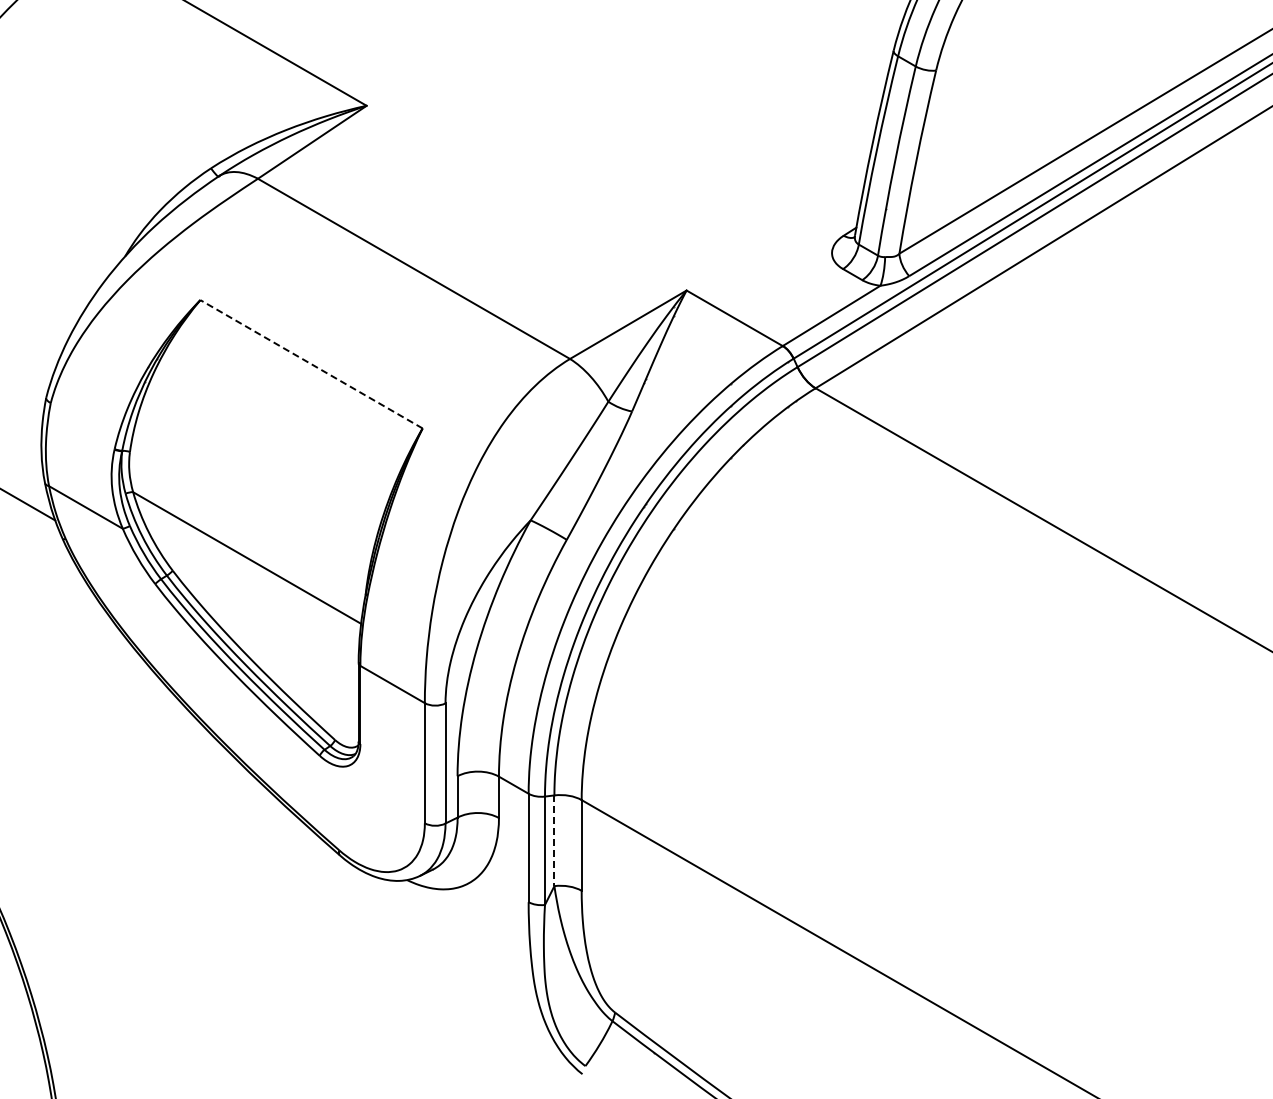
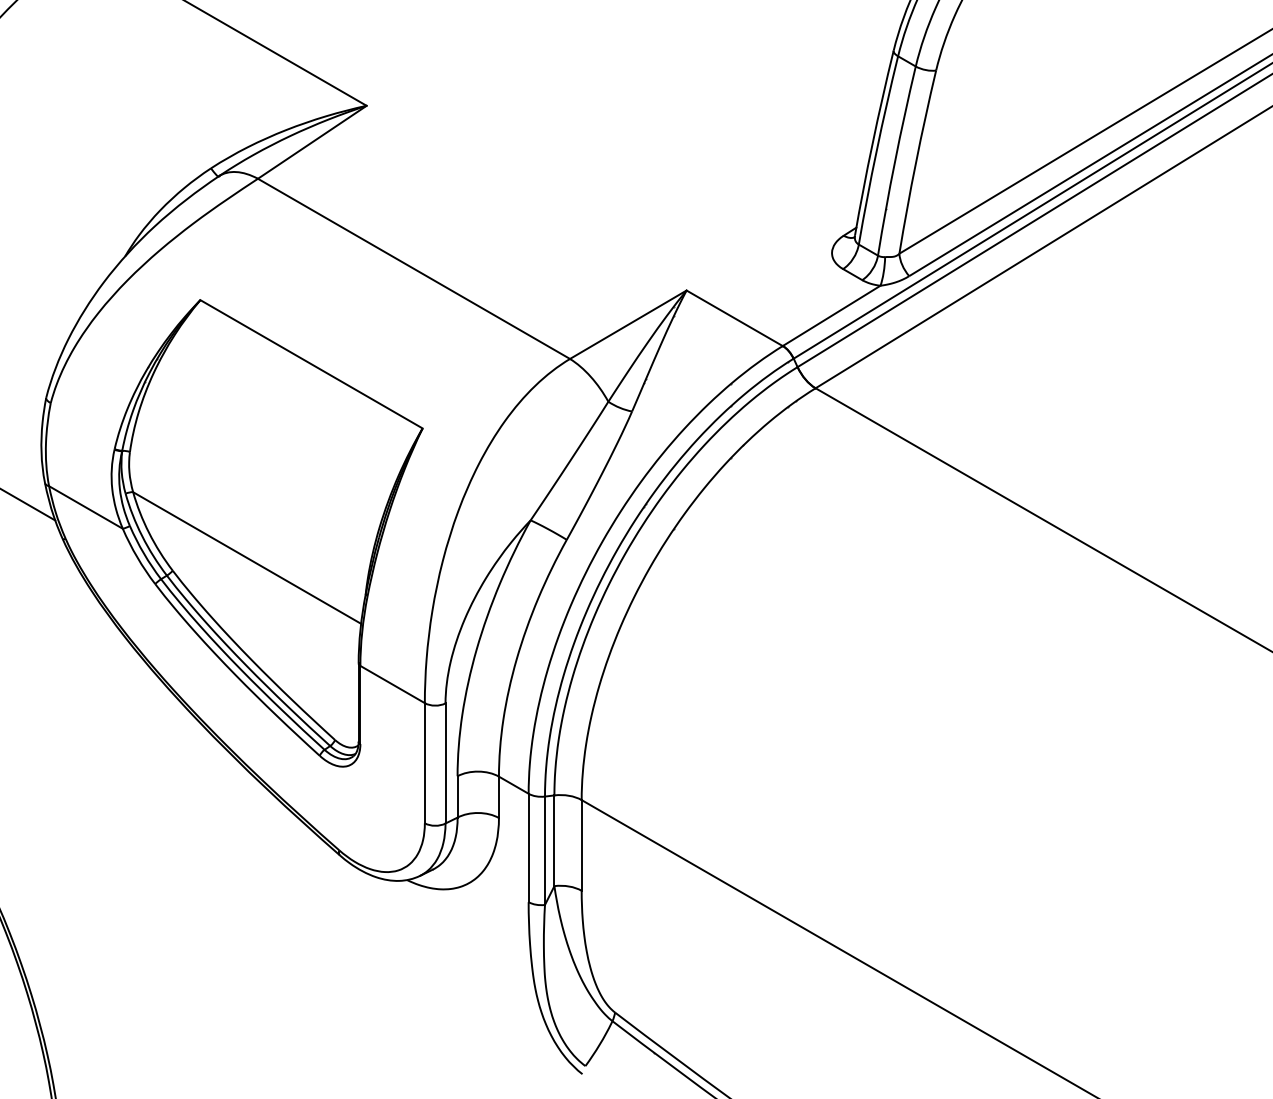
line at (311, 364): dashed -> solid
line at (554, 841): dashed -> solid
